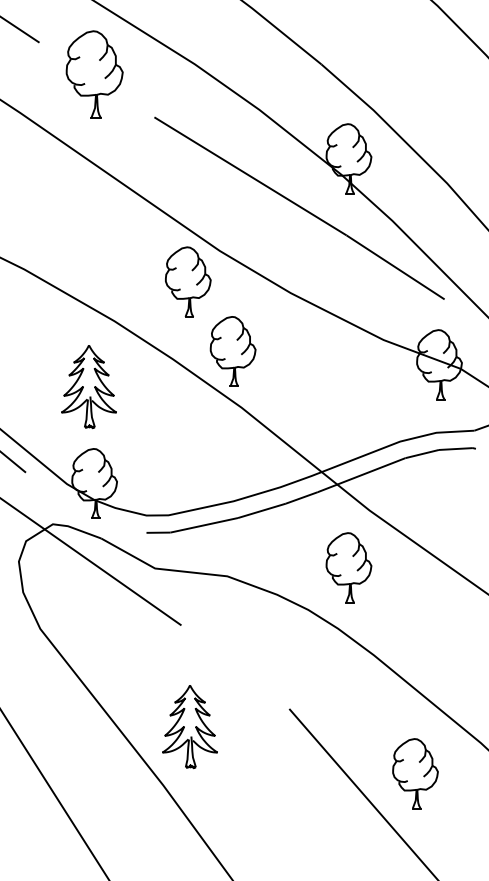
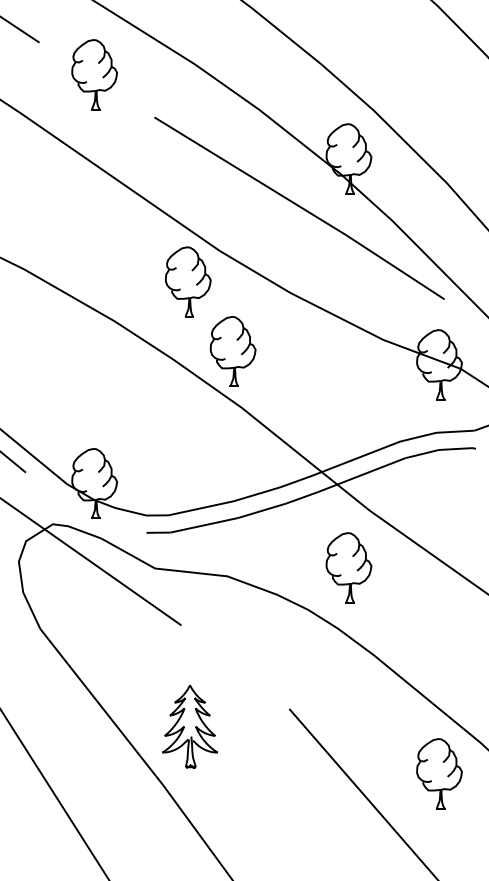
part at (94, 74) size: 59x89 px -> 47x72 px
part at (88, 387): present -> none
part at (415, 773) position: (415, 773) -> (439, 773)
